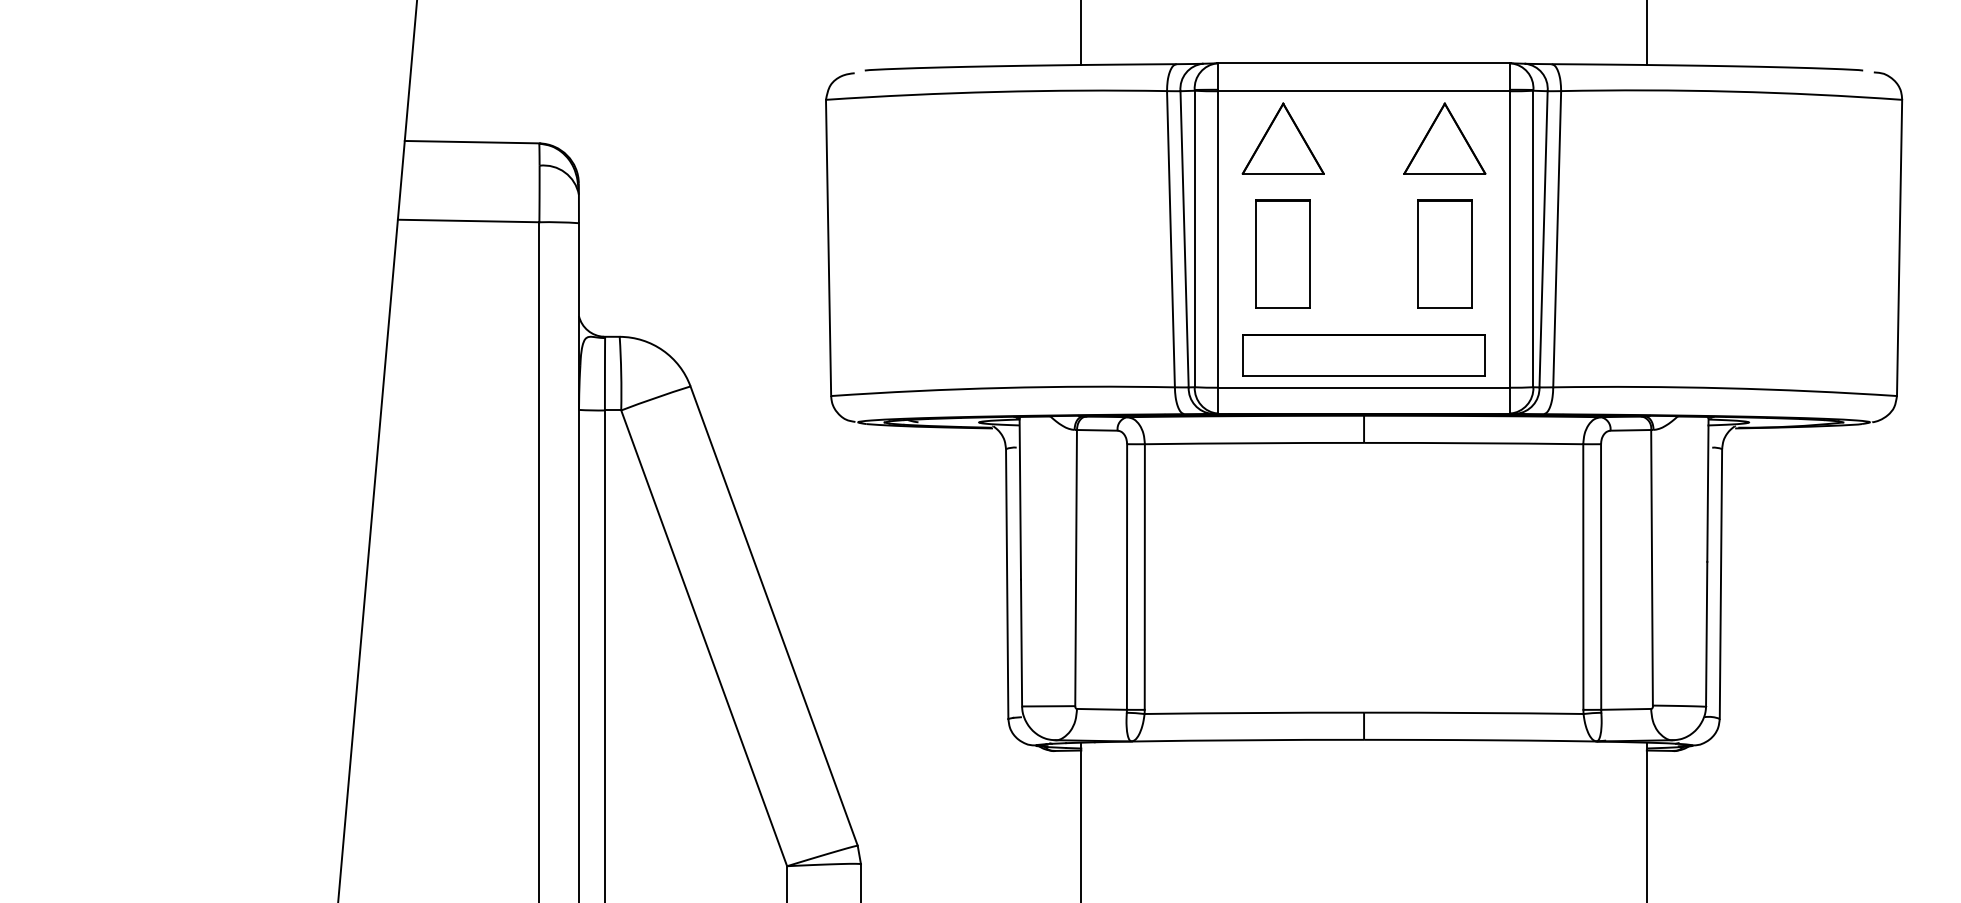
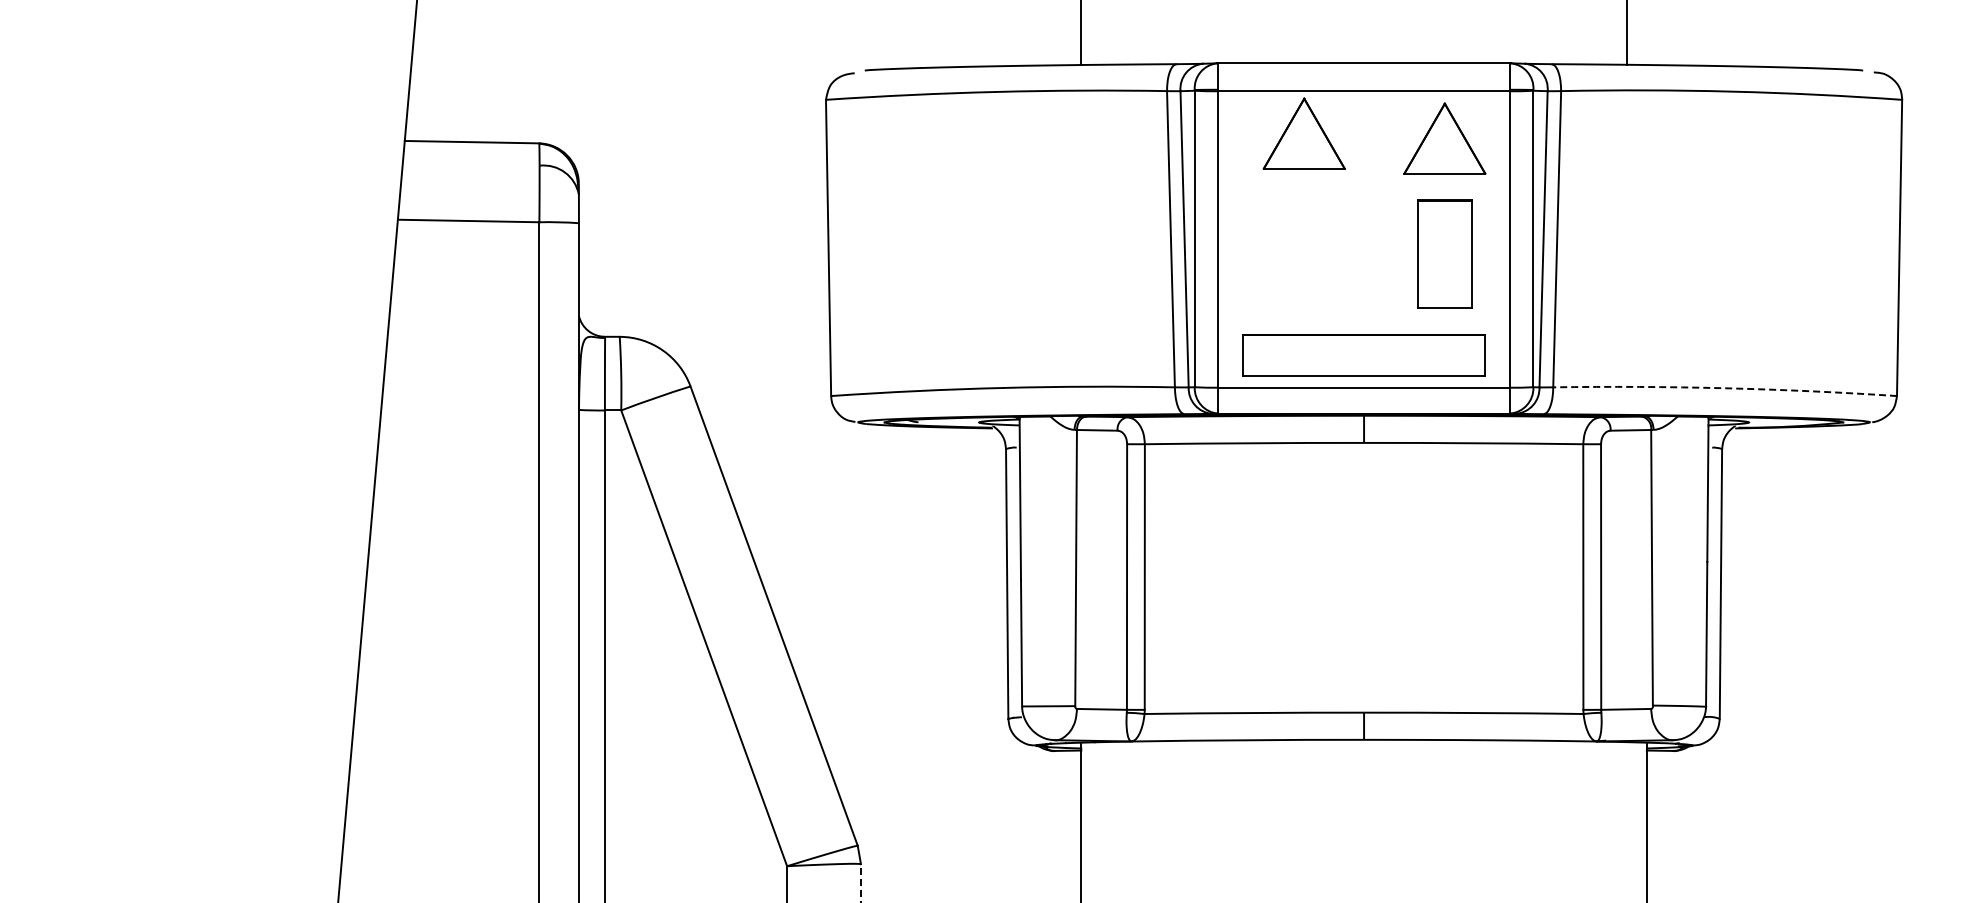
line at (1646, 33) position: (1646, 33) -> (1626, 33)
part at (1282, 138) position: (1282, 138) -> (1303, 133)
part at (1282, 253): present -> none
arc at (1725, 388): solid -> dashed
line at (860, 883): solid -> dashed
